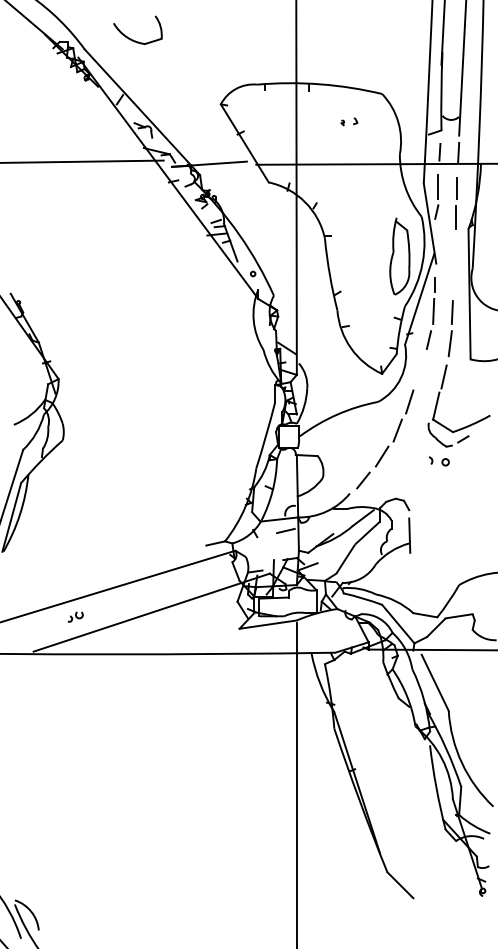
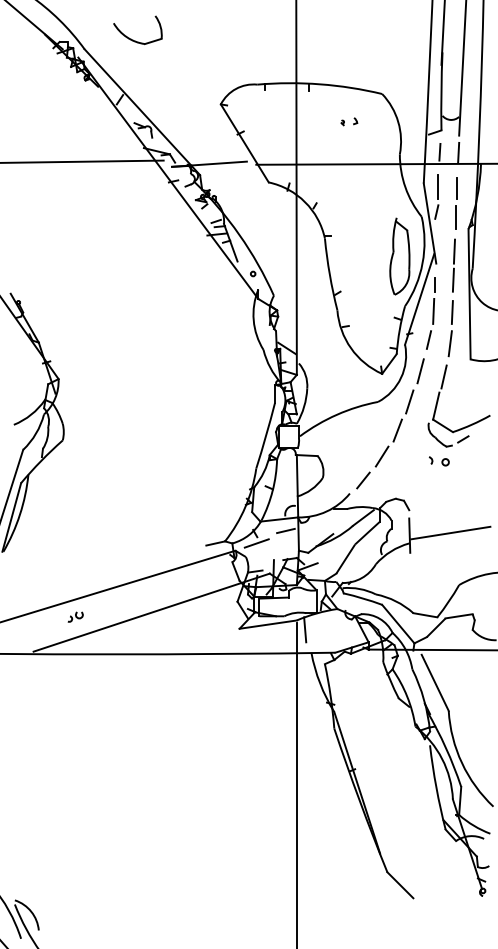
line at (453, 264): none -> present
line at (420, 371): none -> present
line at (450, 532): none -> present
line at (256, 543): none -> present
line at (305, 629): none -> present
